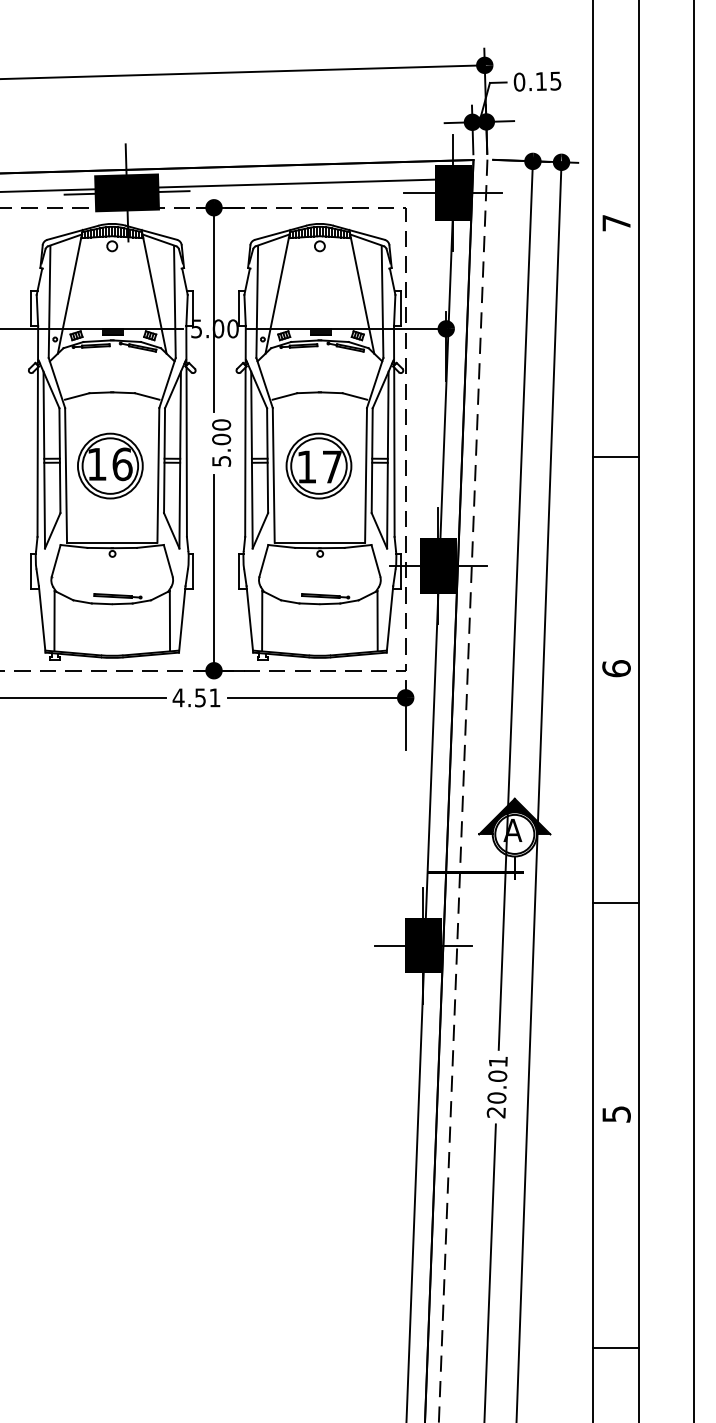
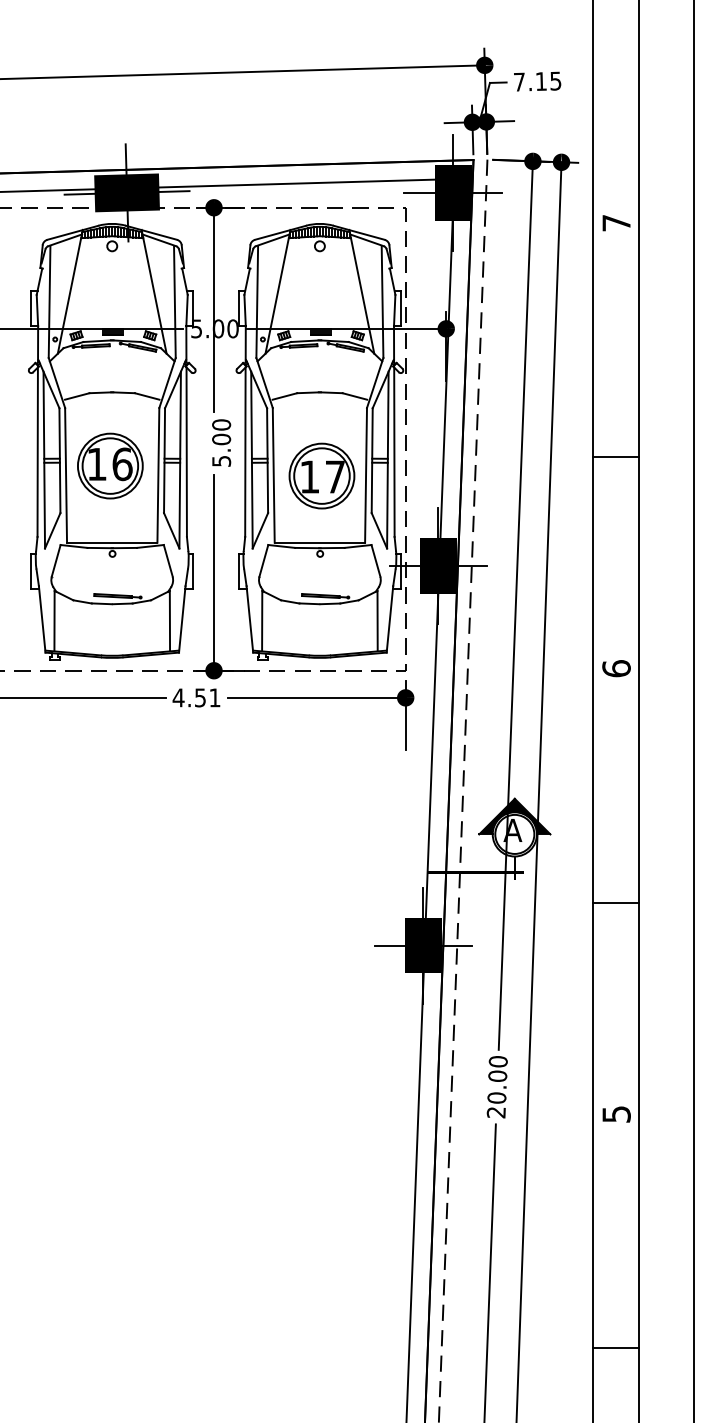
text at (519, 81): 0.15 -> 7.15
part at (318, 465) position: (318, 465) -> (321, 475)
text at (497, 1061): 20.01 -> 20.00
